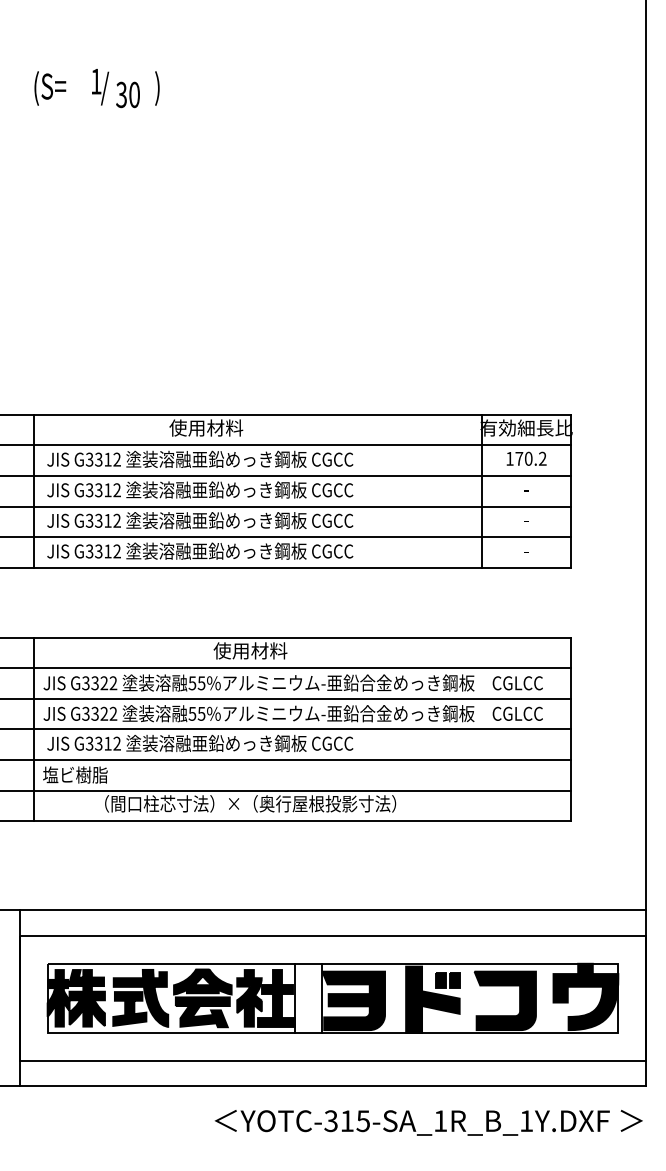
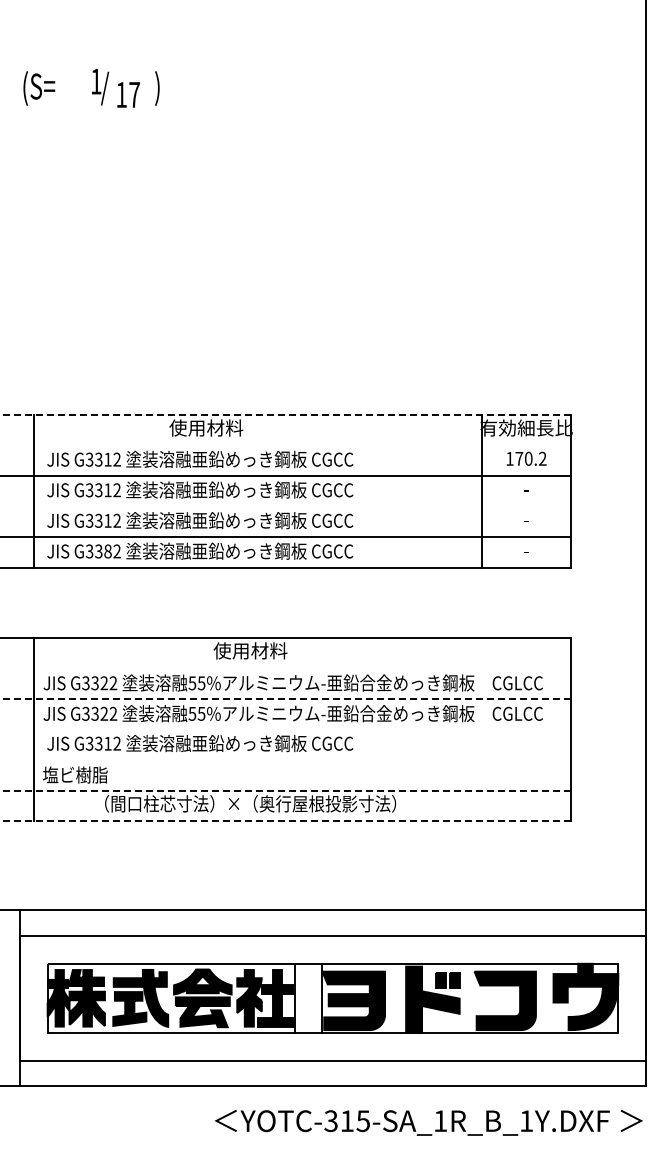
text at (50, 88) position: (50, 88) -> (39, 88)
text at (127, 94): 30 -> 17
line at (285, 414): solid -> dashed
line at (286, 445): present -> none
line at (286, 506): present -> none
text at (107, 551): G3312 -> G3382
line at (286, 668): present -> none
line at (285, 698): solid -> dashed
line at (286, 729): present -> none
line at (286, 760): present -> none
line at (285, 790): solid -> dashed
line at (285, 821): solid -> dashed
